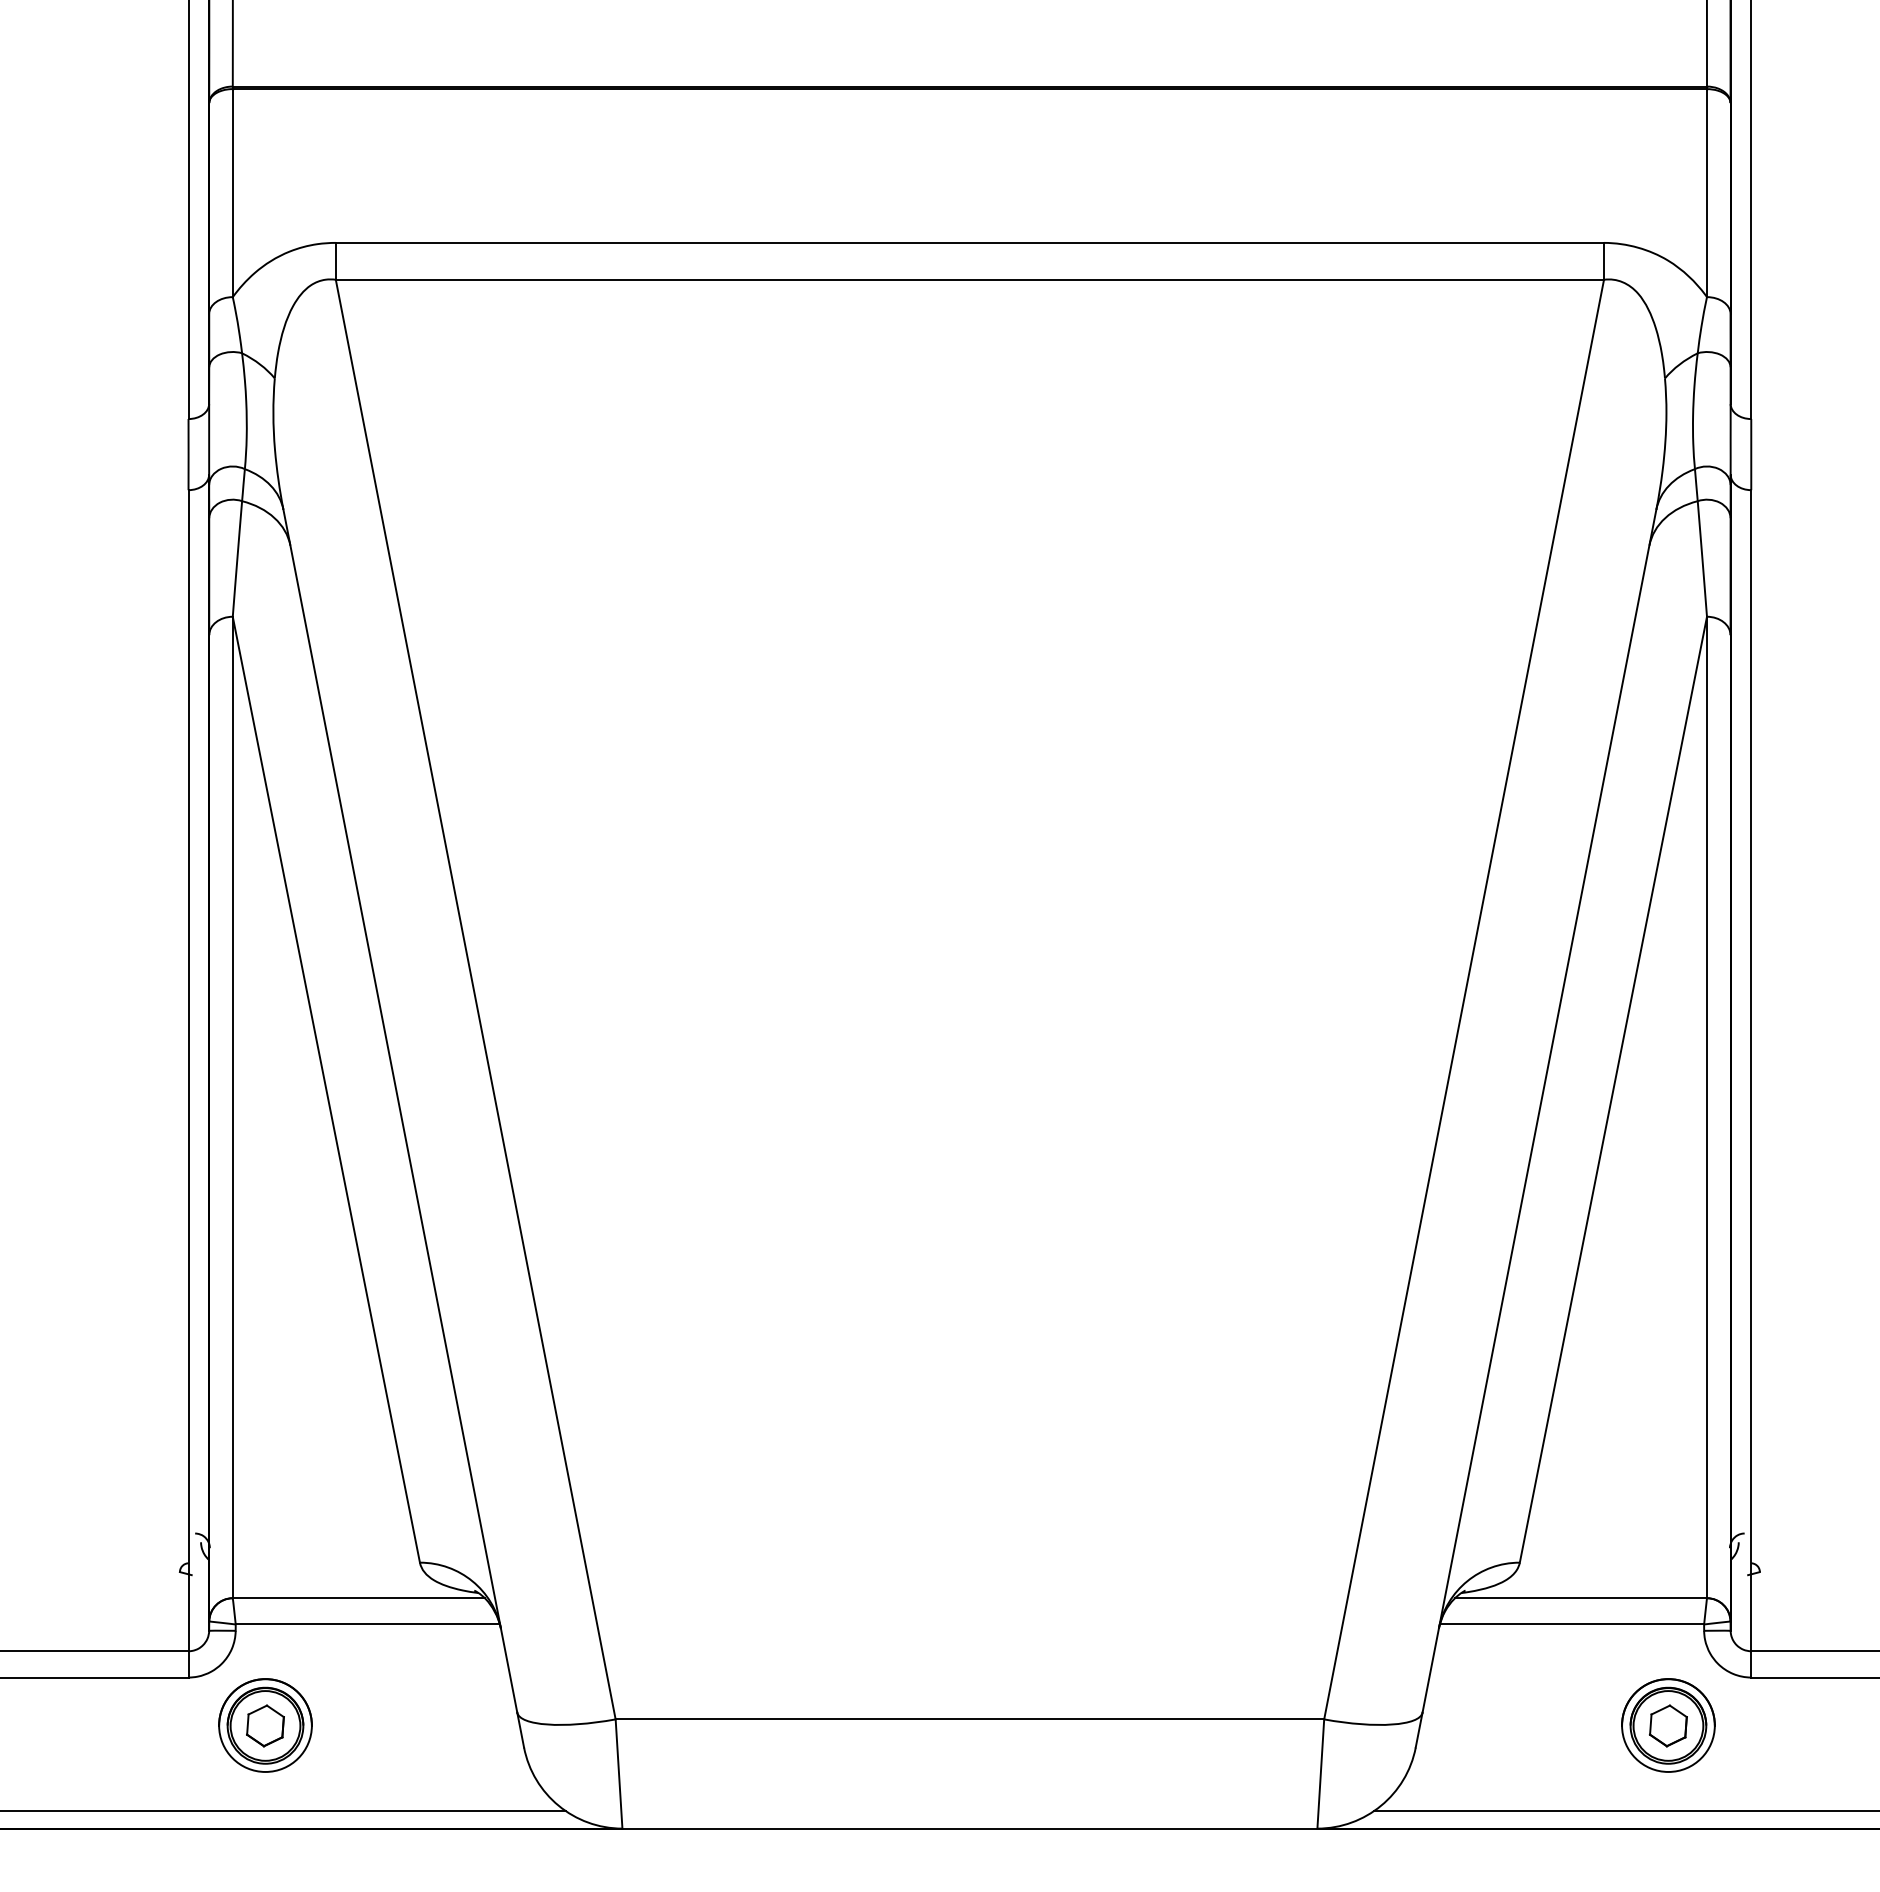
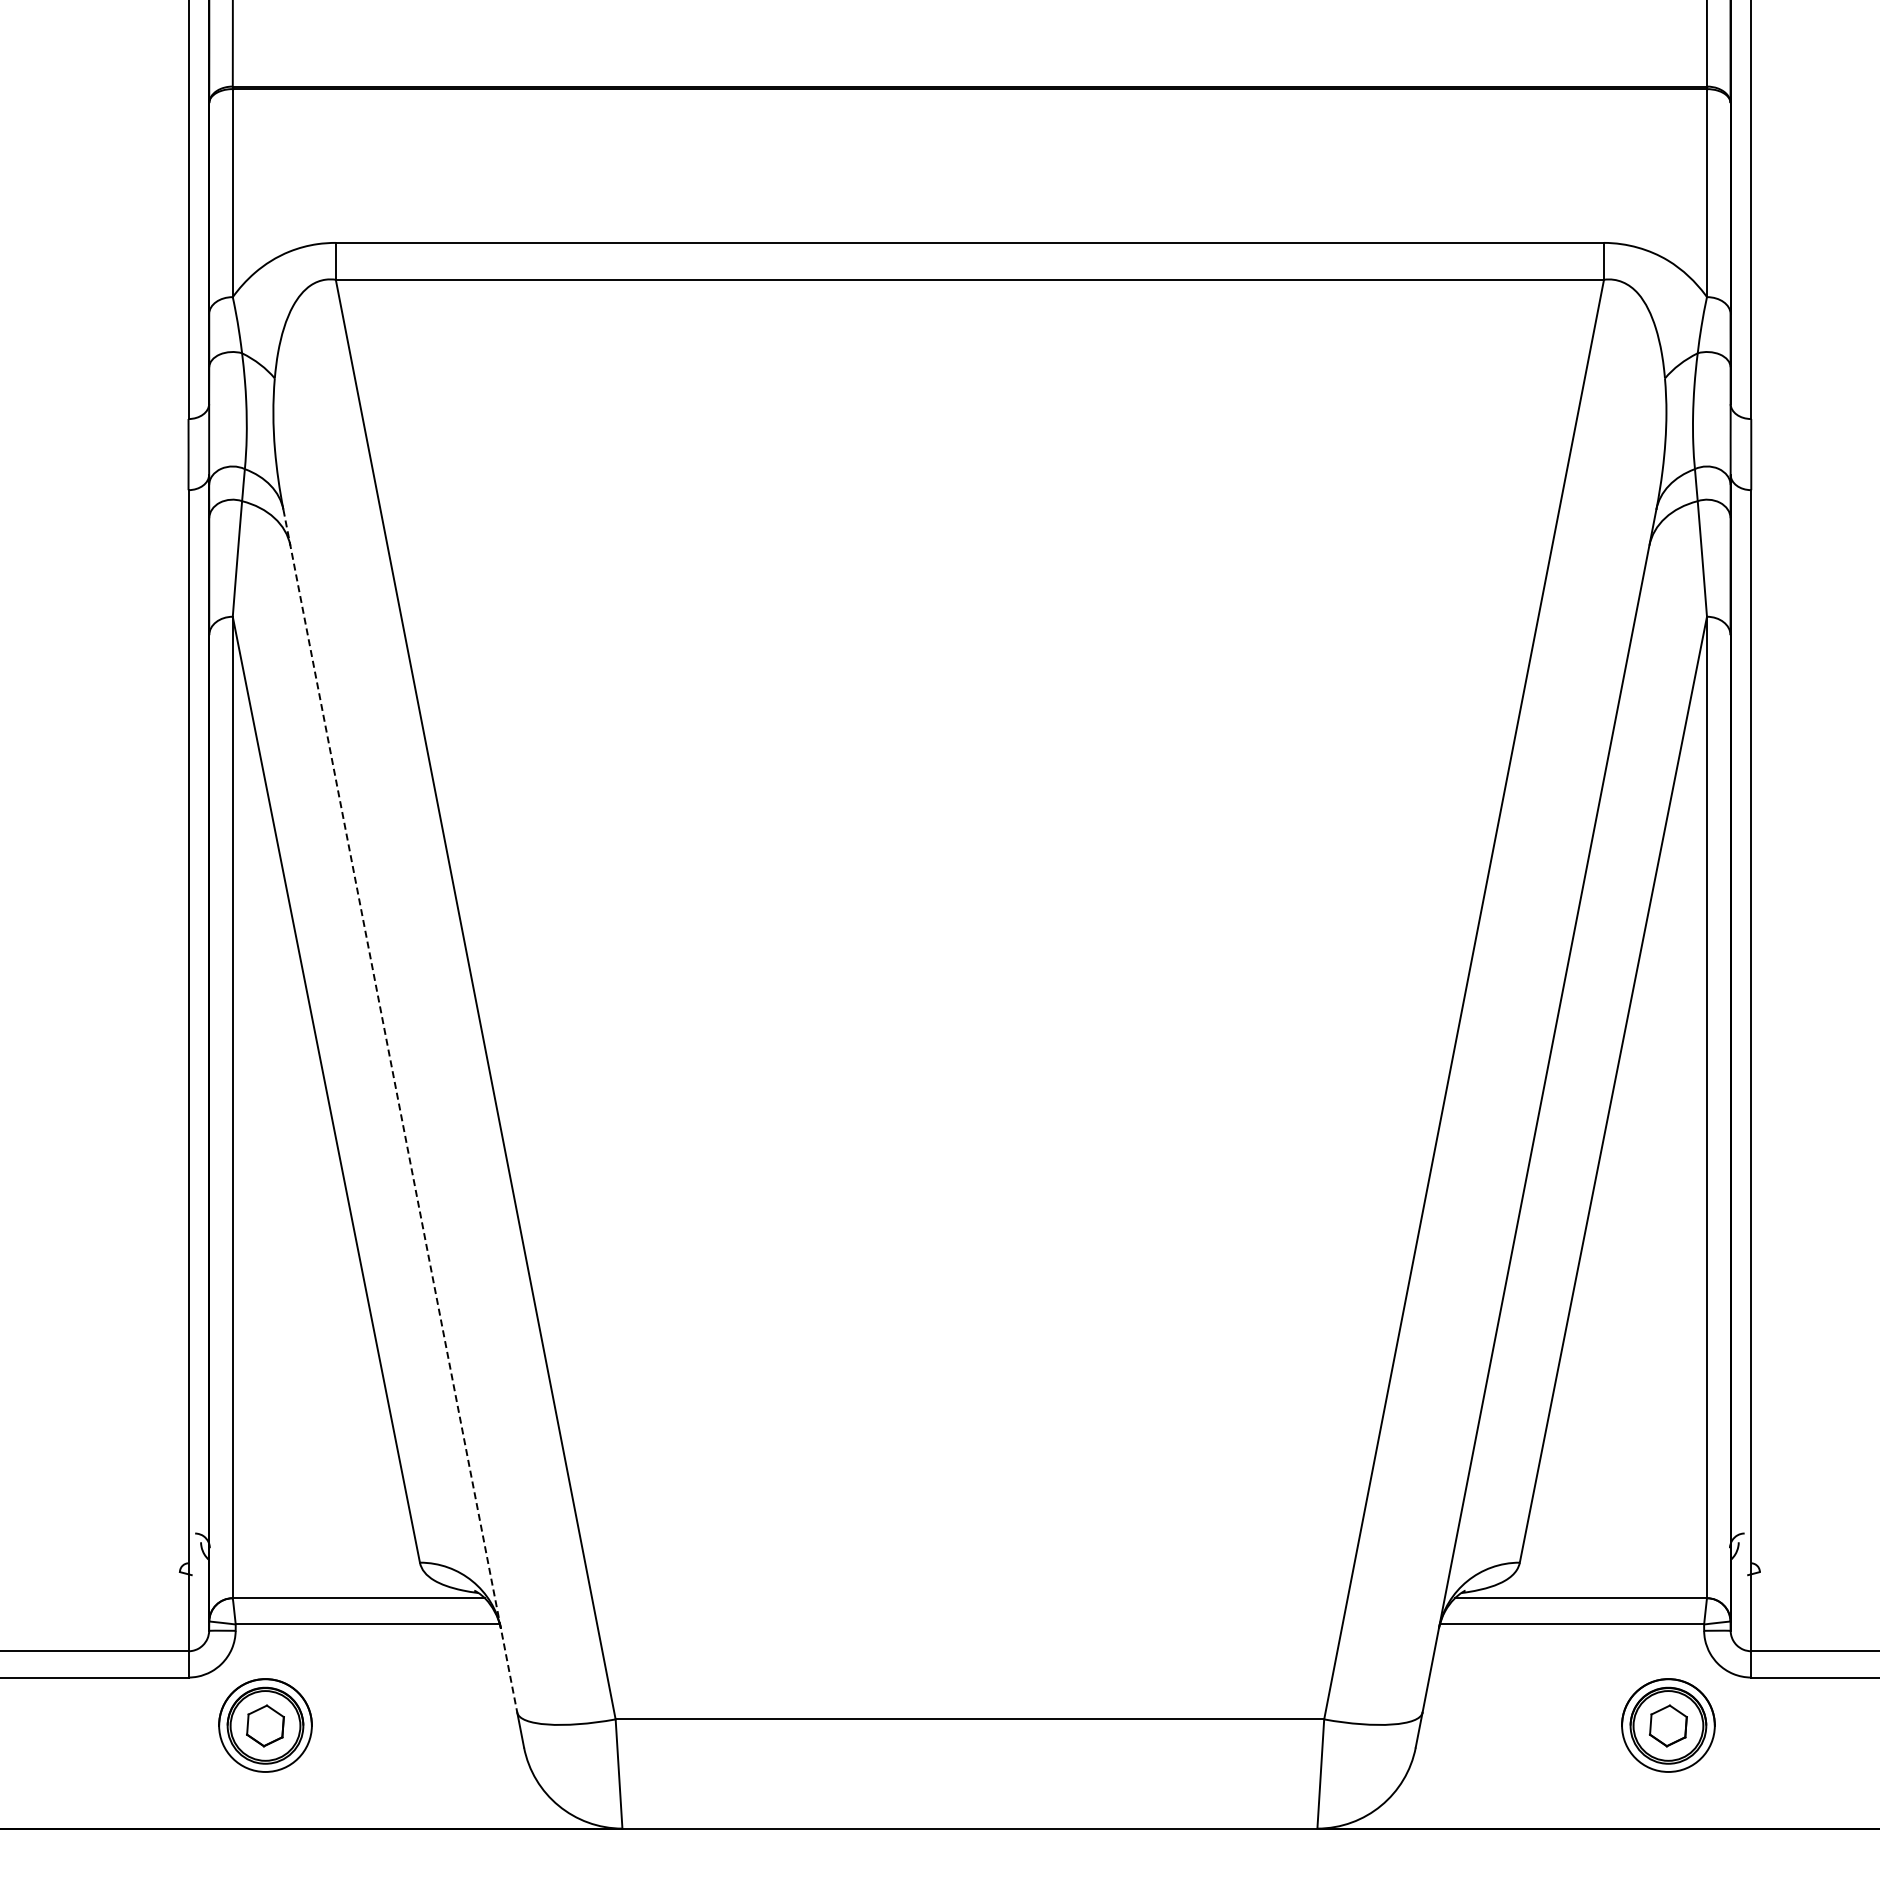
line at (400, 1111): solid -> dashed
line at (283, 1811): present -> none
line at (1625, 1811): present -> none
